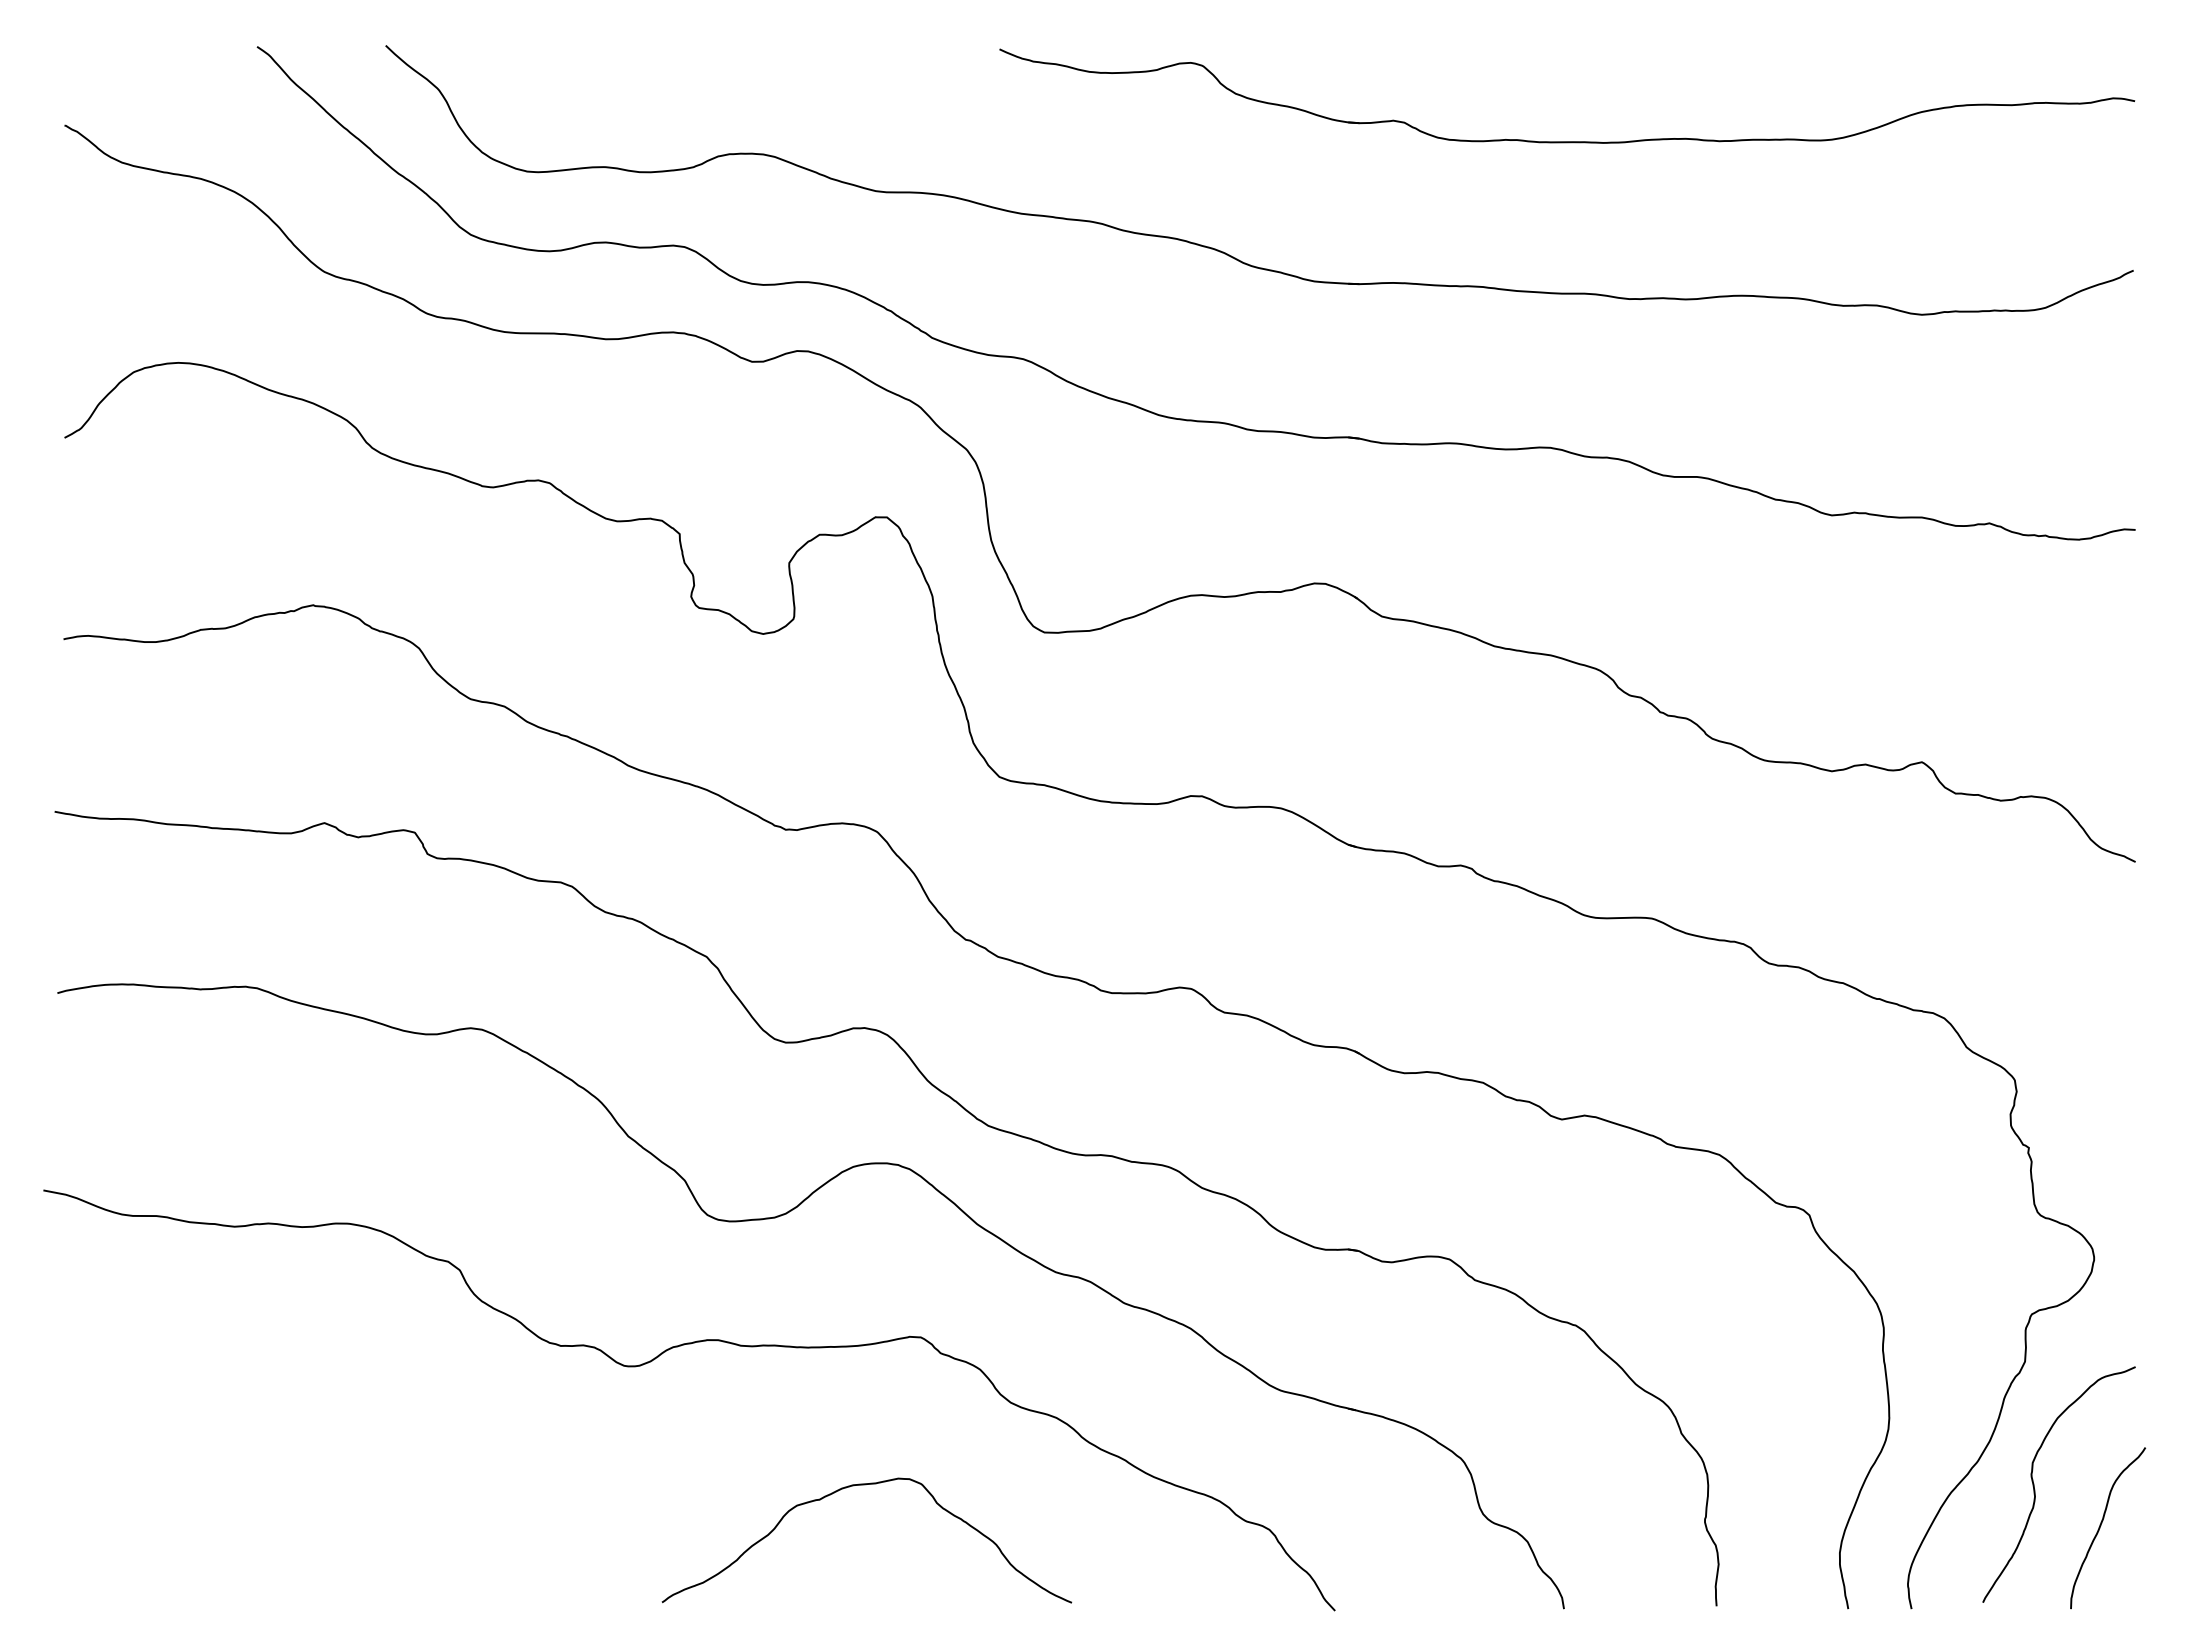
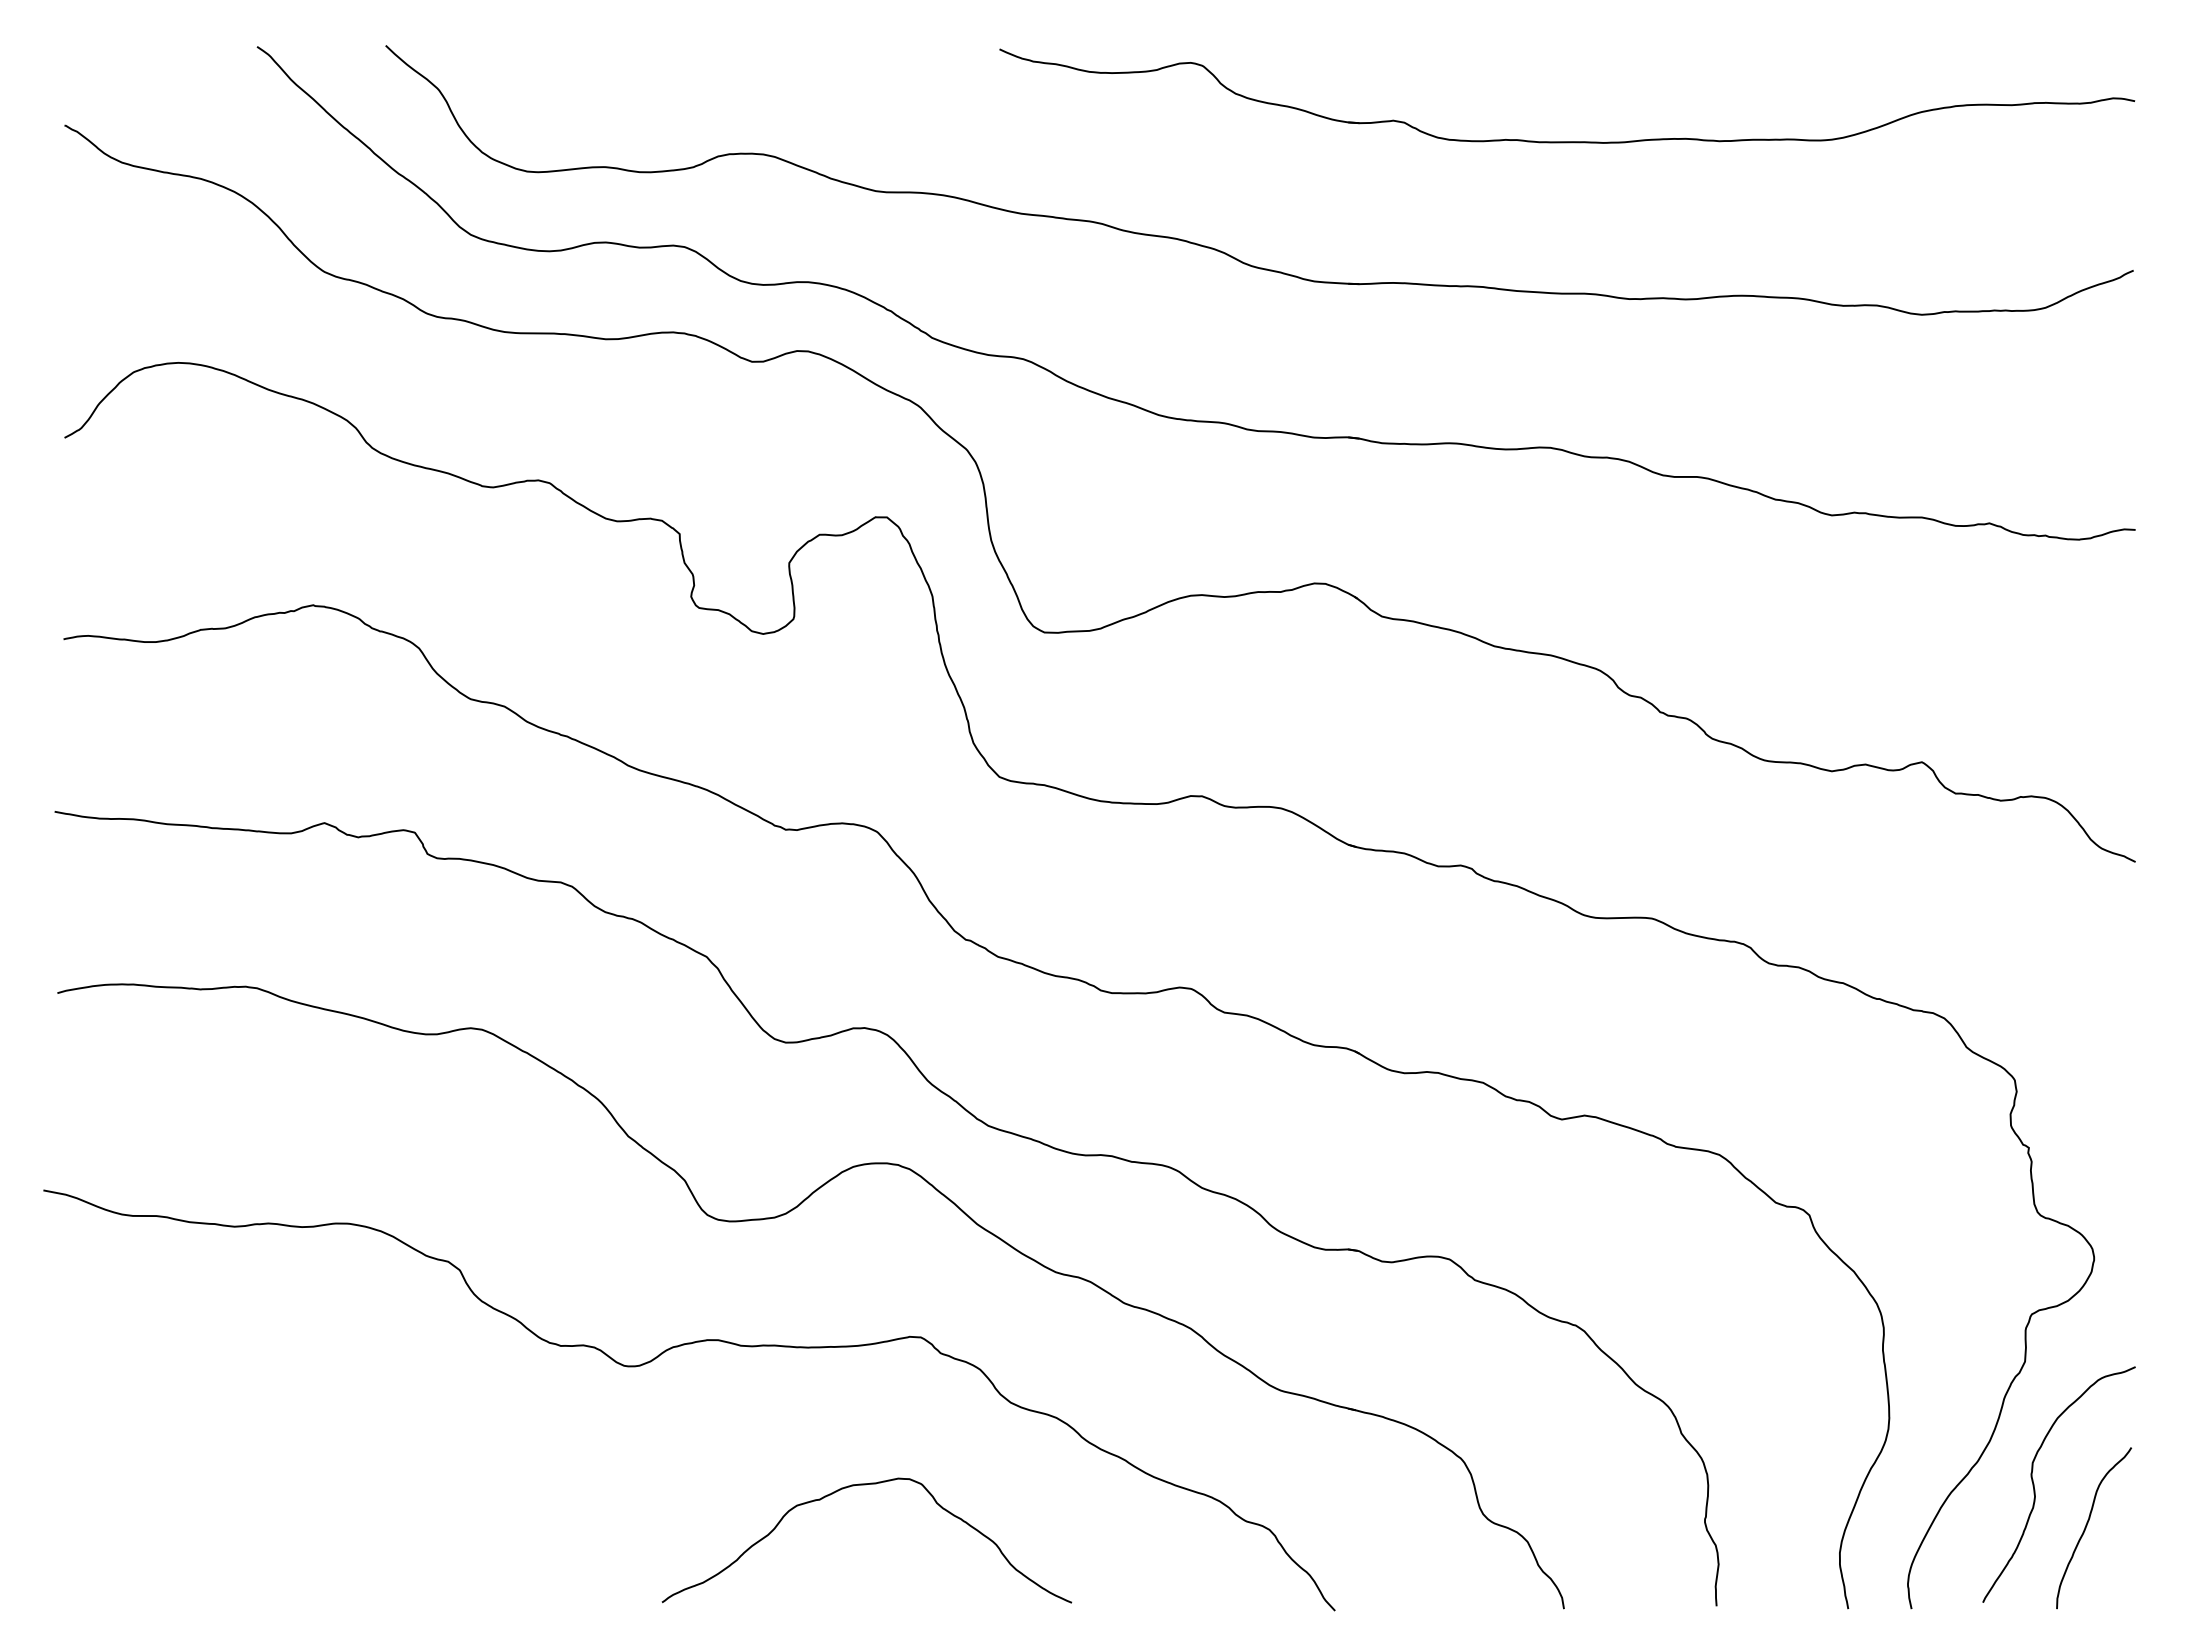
curve at (2101, 1525) position: (2101, 1525) -> (2087, 1525)
